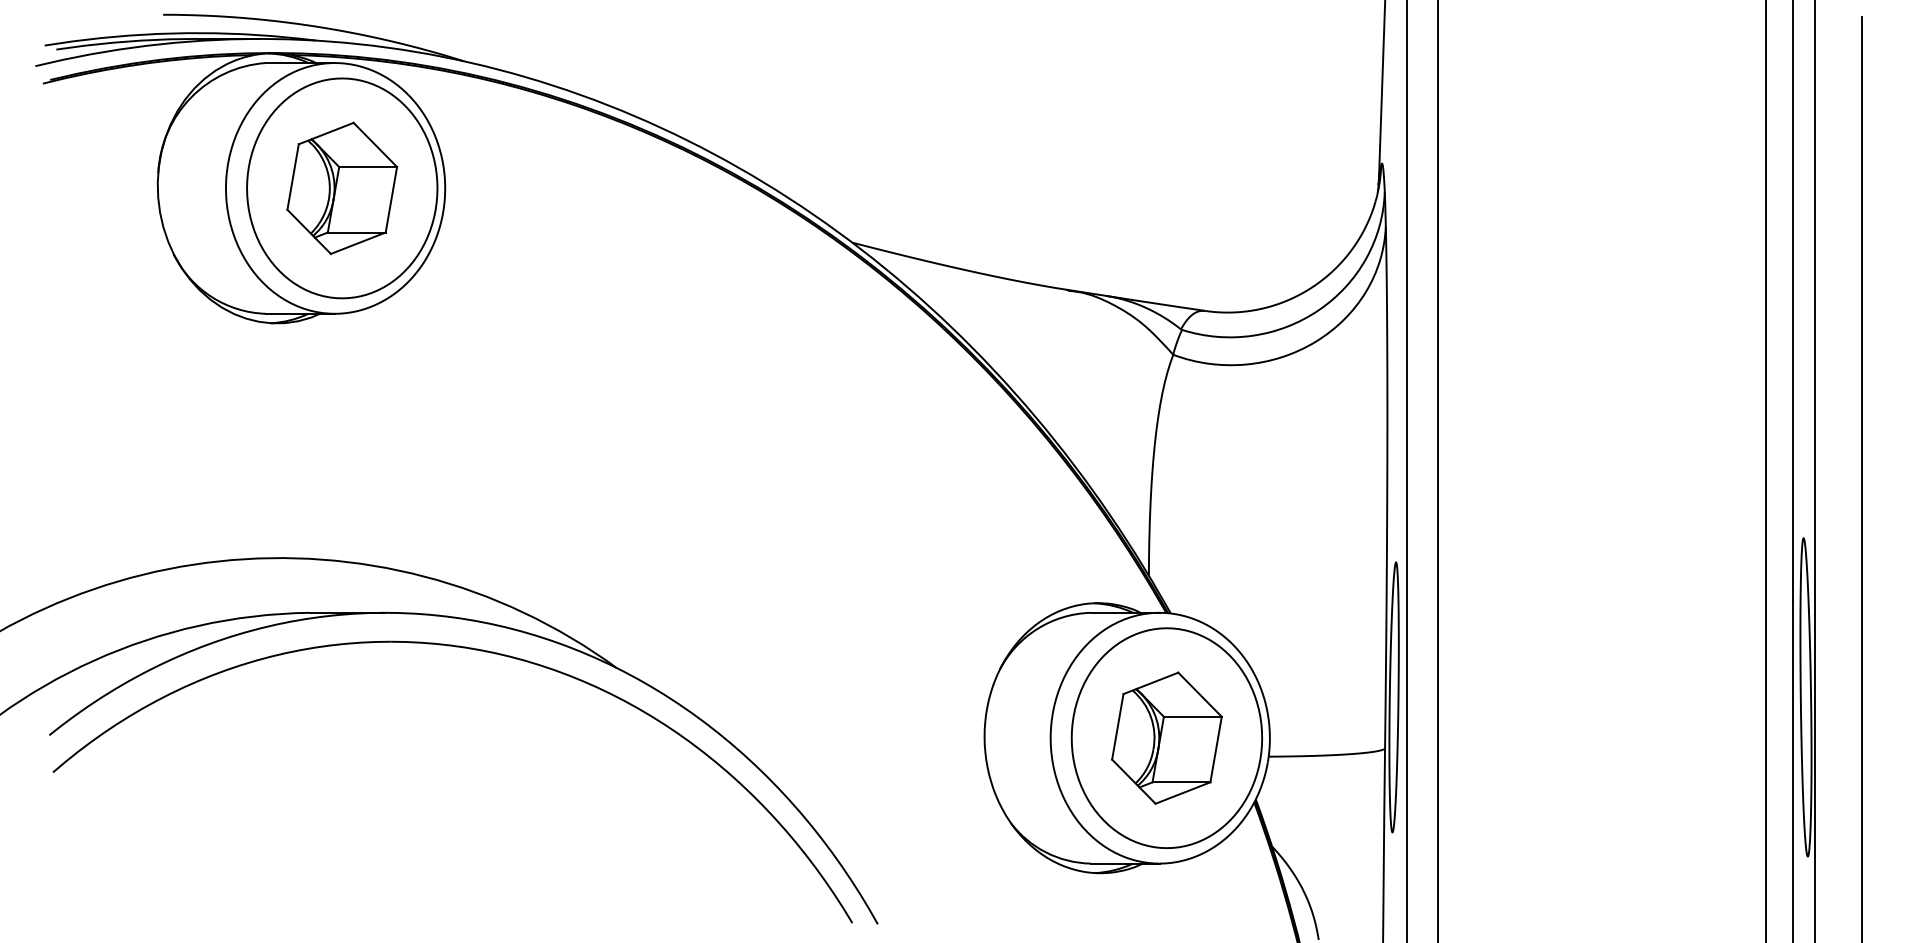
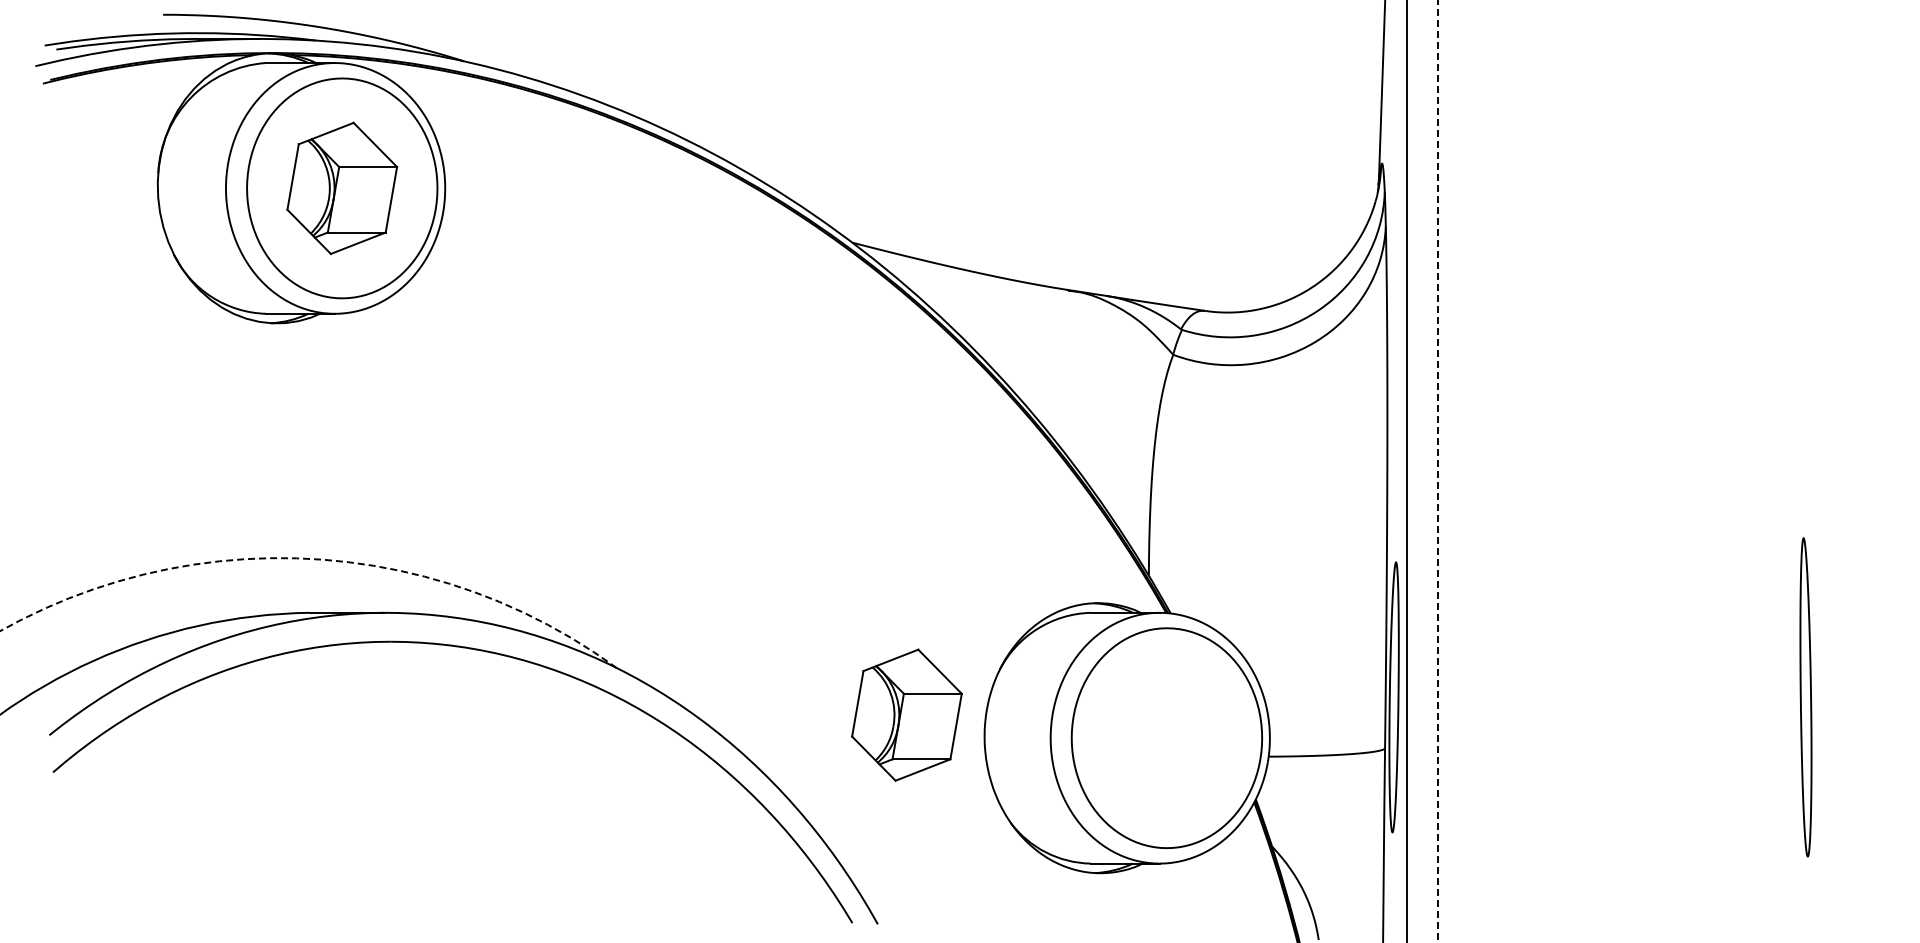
line at (1765, 470): present -> none
line at (1793, 470): present -> none
line at (1814, 470): present -> none
line at (1437, 471): solid -> dashed
line at (1862, 477): present -> none
arc at (316, 559): solid -> dashed
part at (1166, 737) position: (1166, 737) -> (906, 714)
